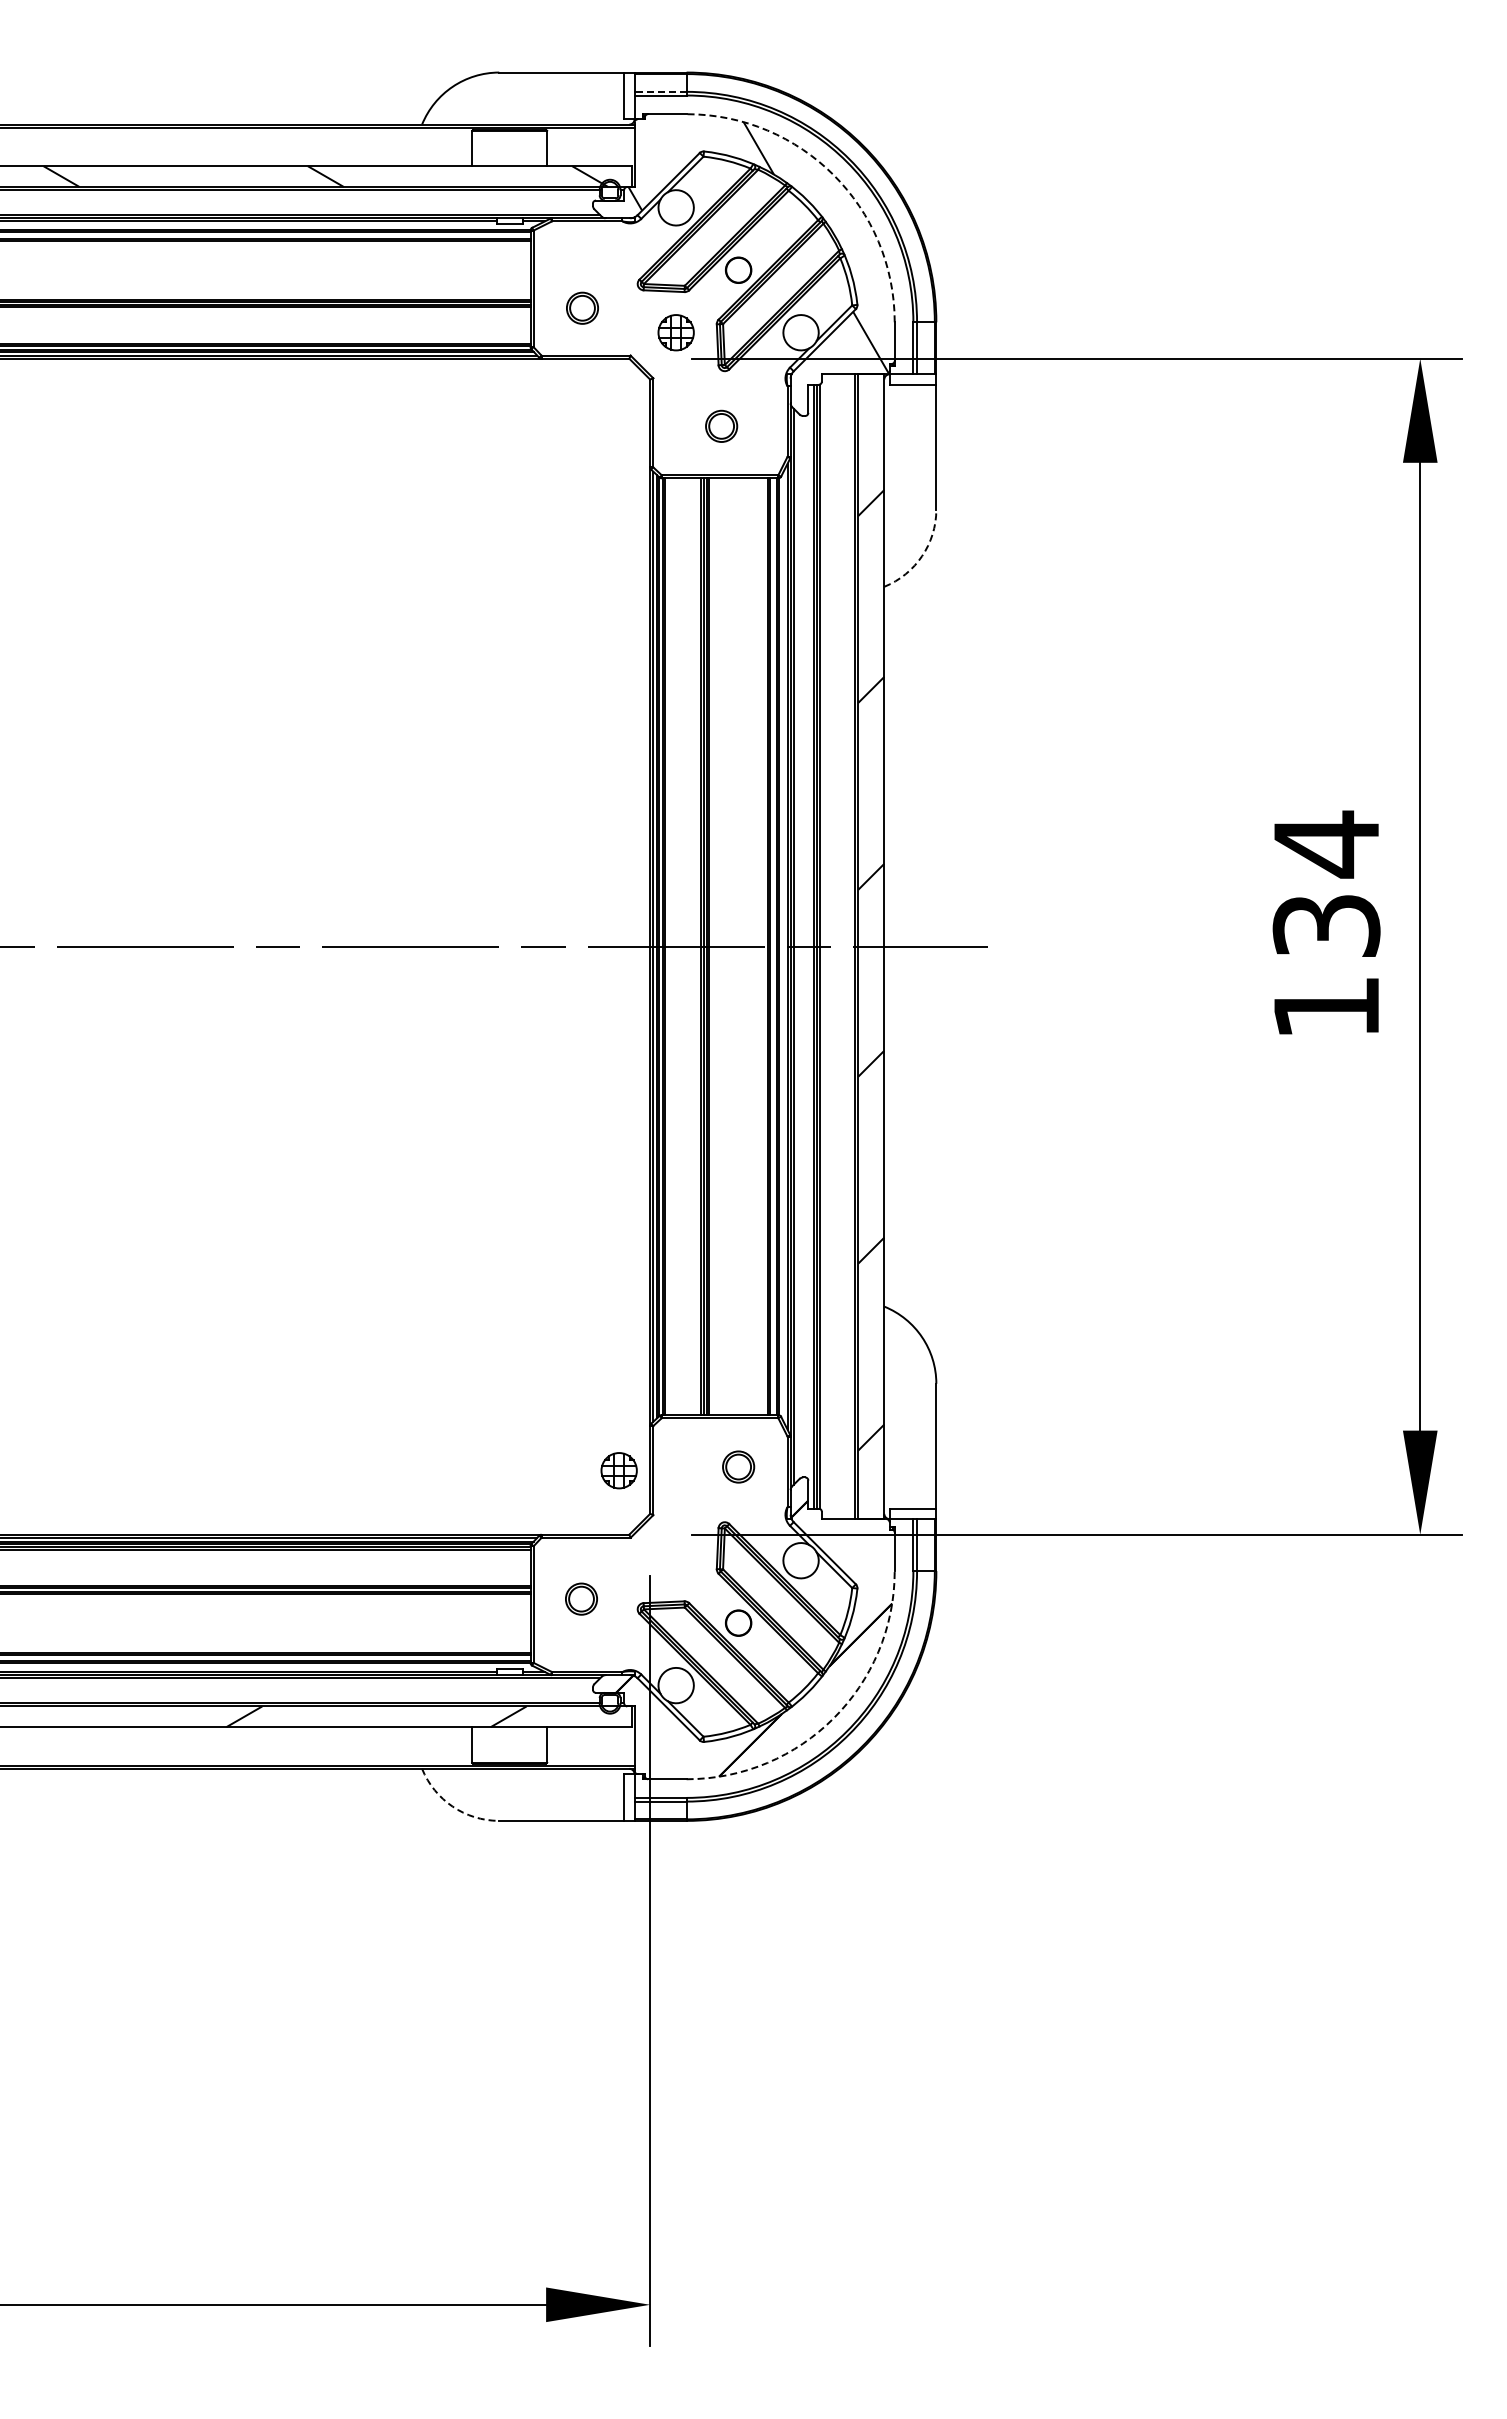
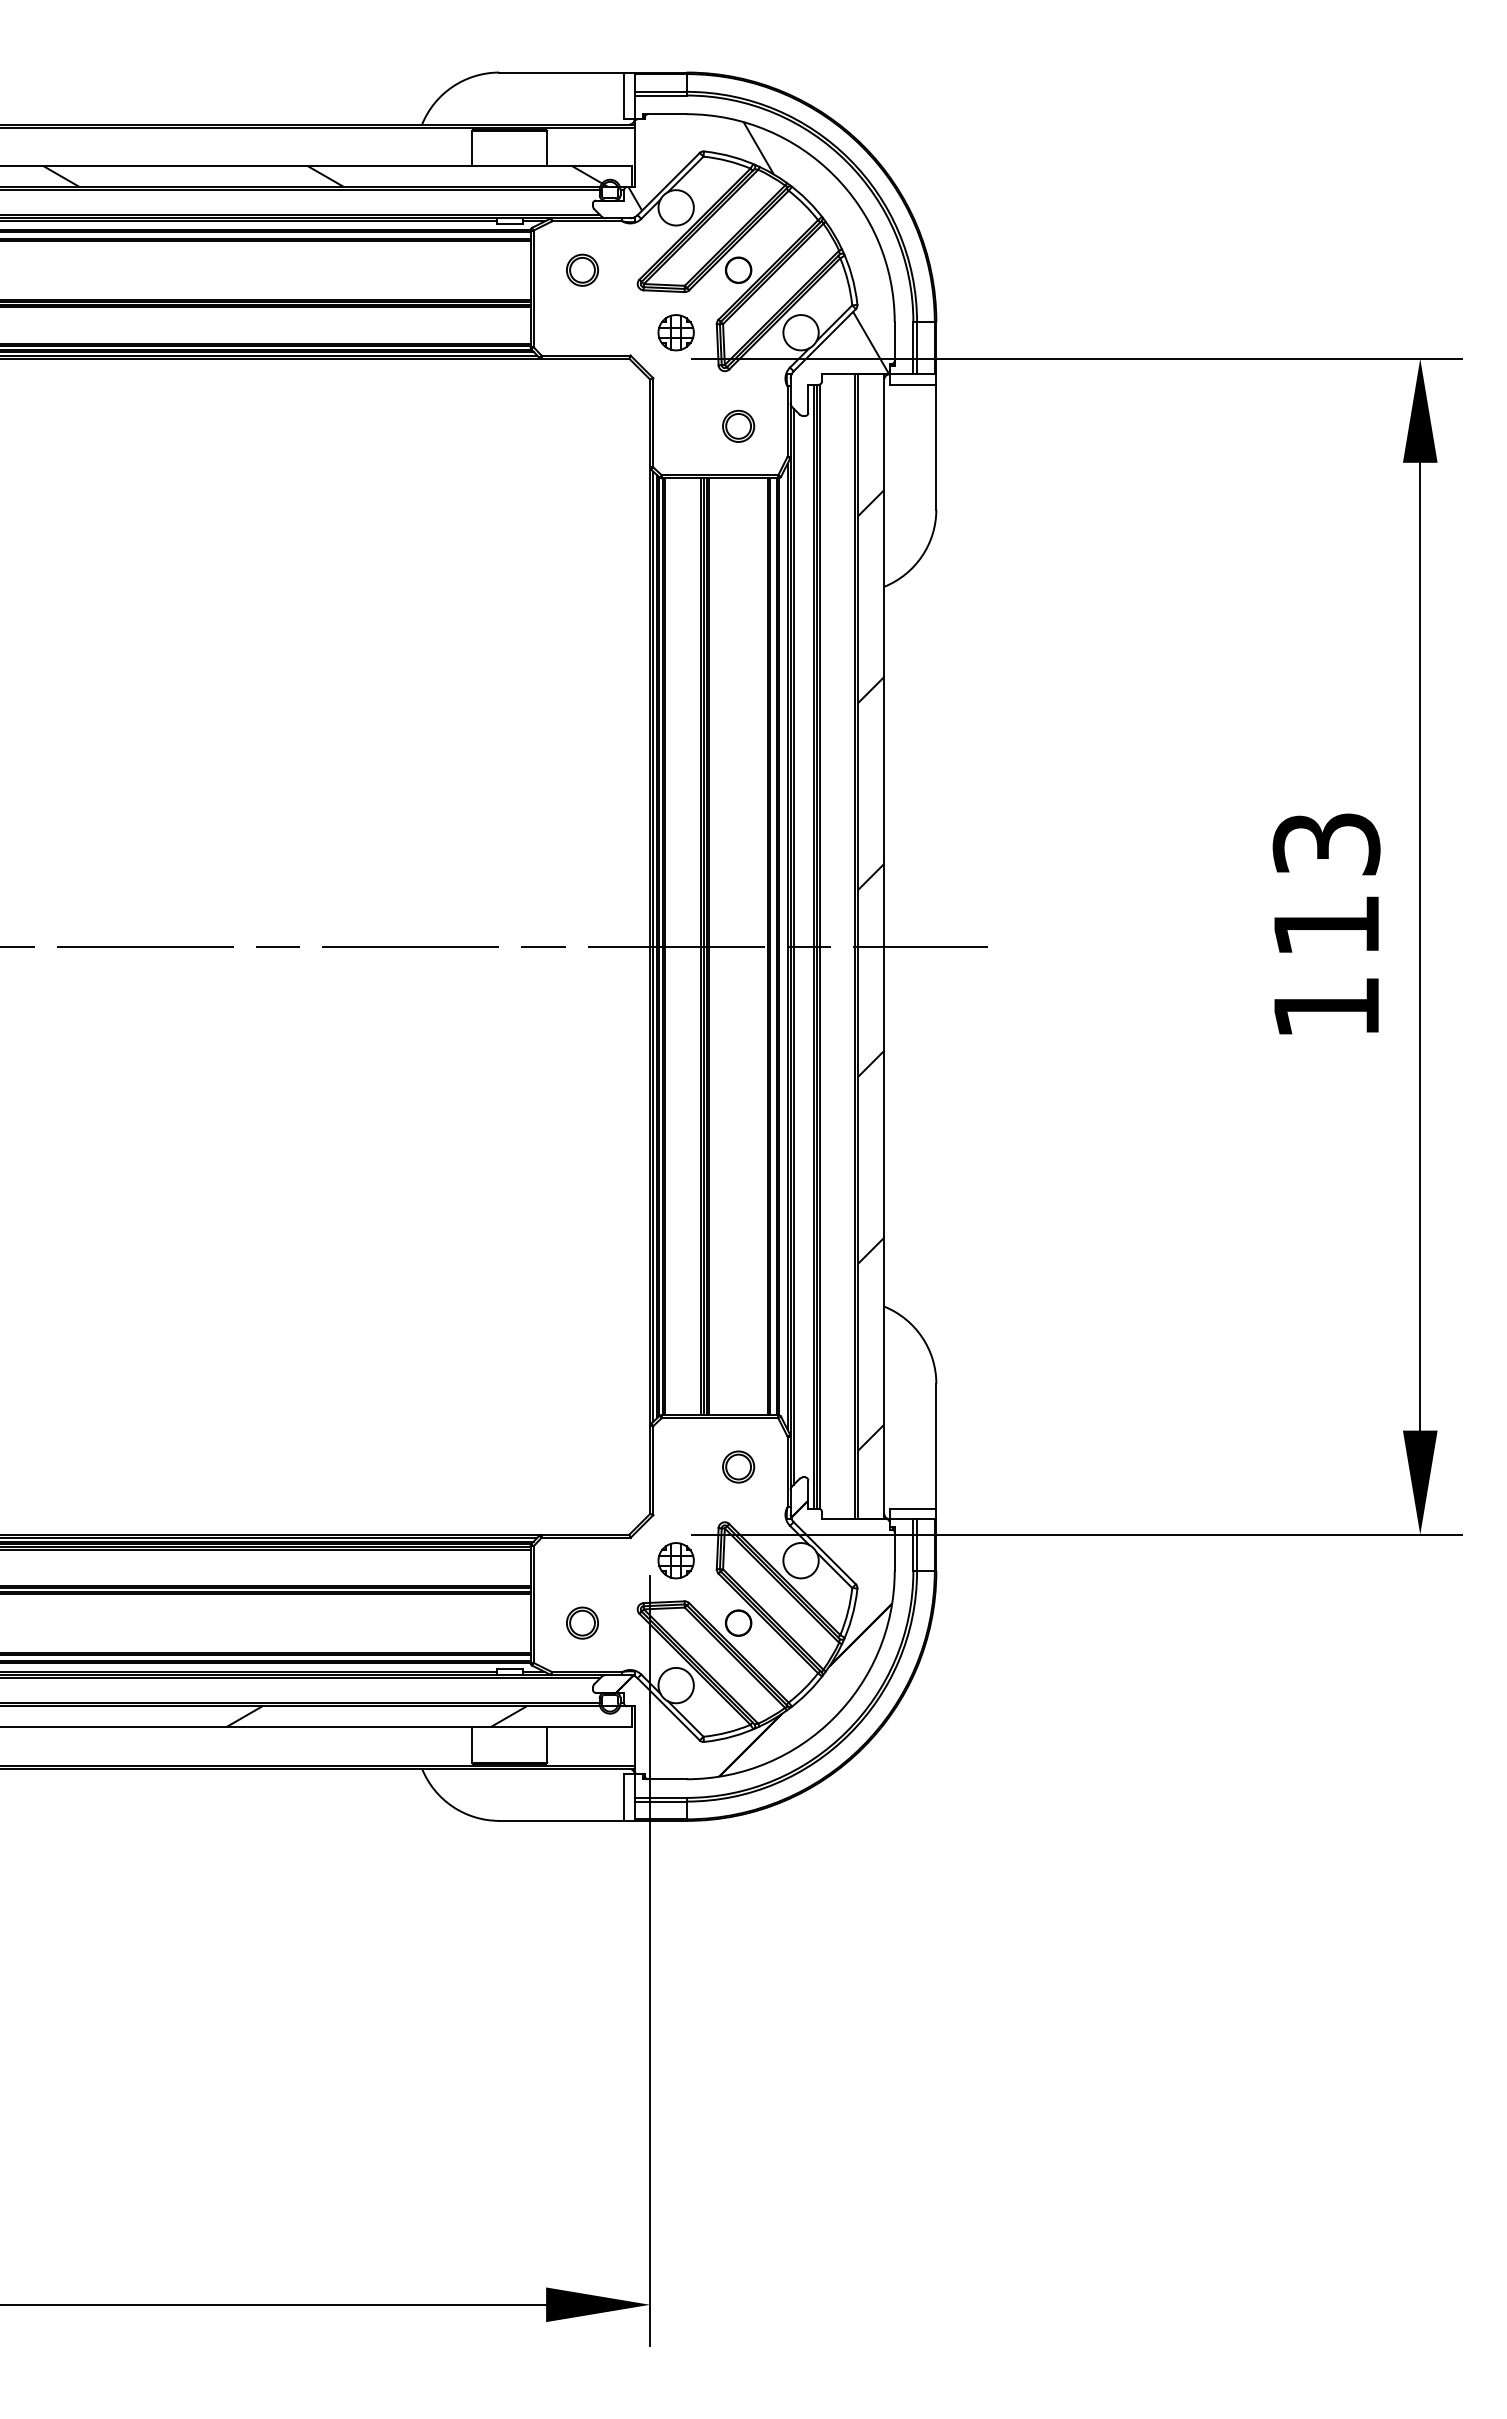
line at (660, 91): dashed -> solid
arc at (833, 175): dashed -> solid
part at (582, 307) position: (582, 307) -> (582, 269)
part at (721, 425) position: (721, 425) -> (738, 425)
arc at (922, 556): dashed -> solid
text at (1326, 883): 134 -> 113
part at (618, 1470) position: (618, 1470) -> (675, 1560)
part at (581, 1598) position: (581, 1598) -> (582, 1622)
arc at (833, 1718): dashed -> solid
arc at (452, 1806): dashed -> solid
